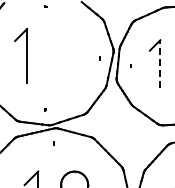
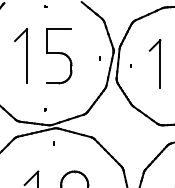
part at (59, 56): none -> present
line at (160, 63): dashed -> solid
